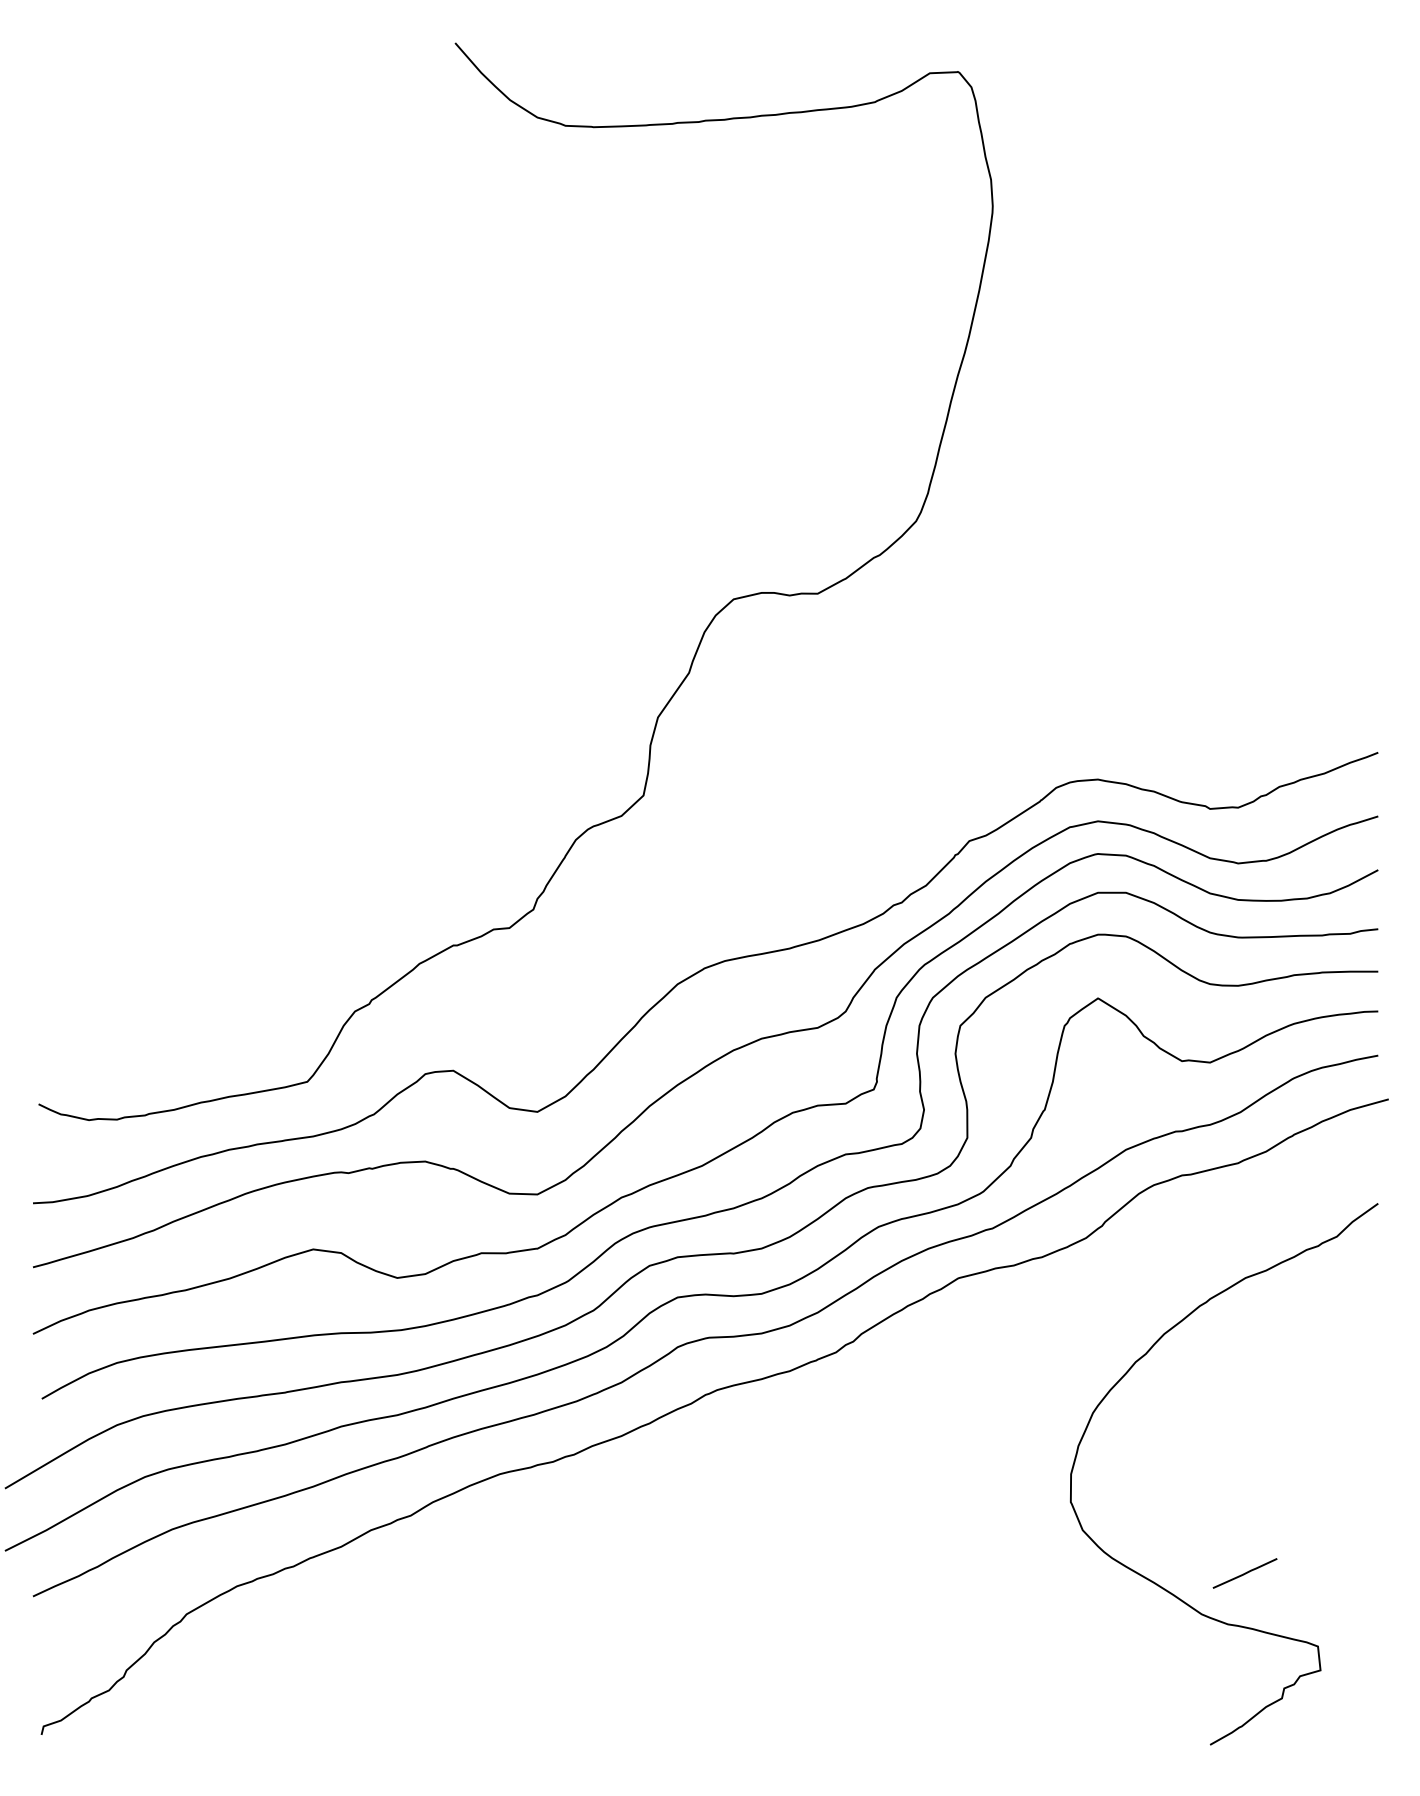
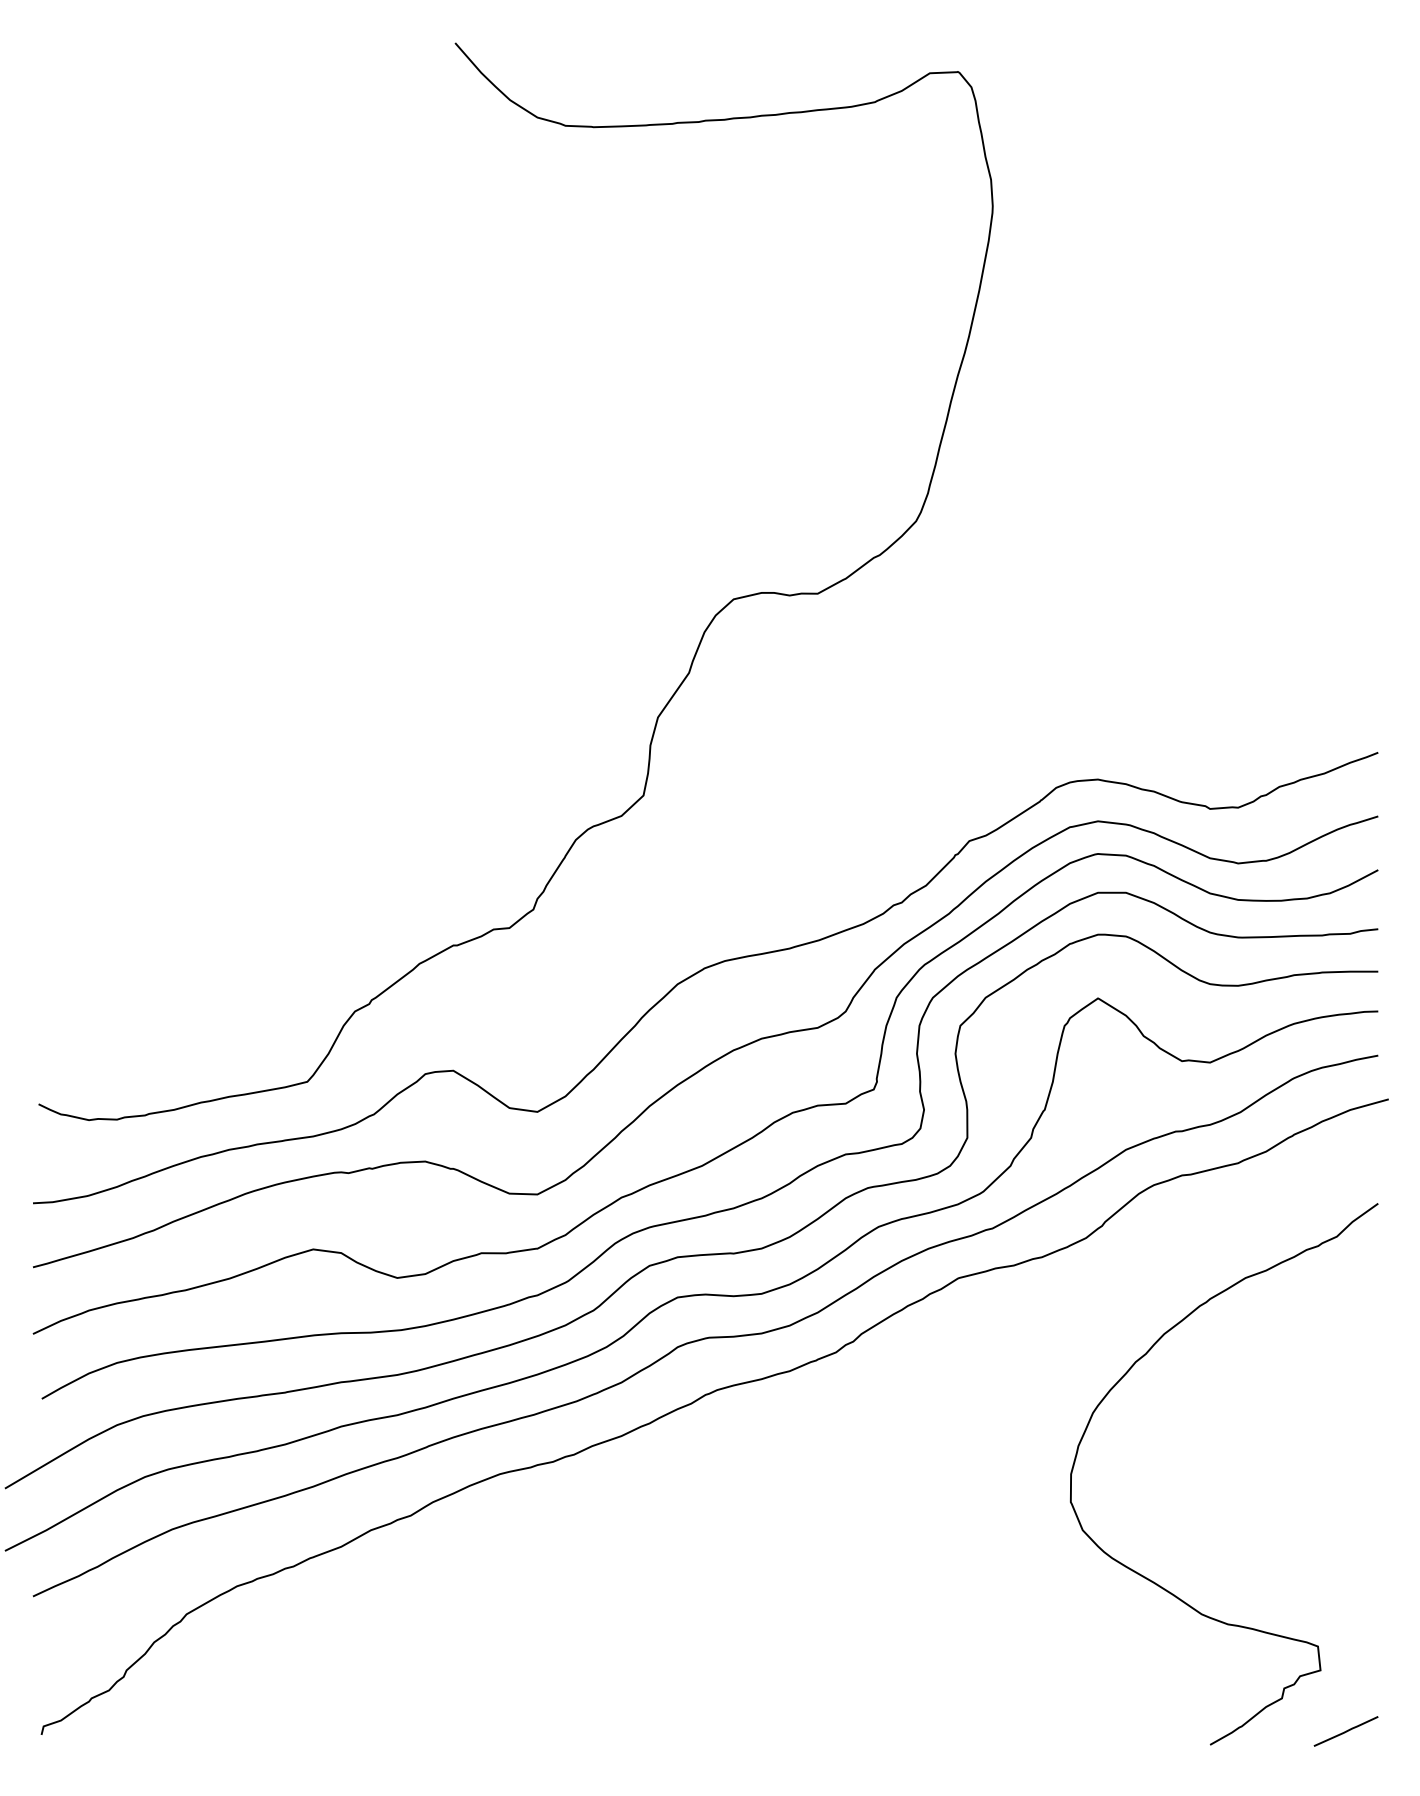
line at (1244, 1573) position: (1244, 1573) -> (1345, 1731)
